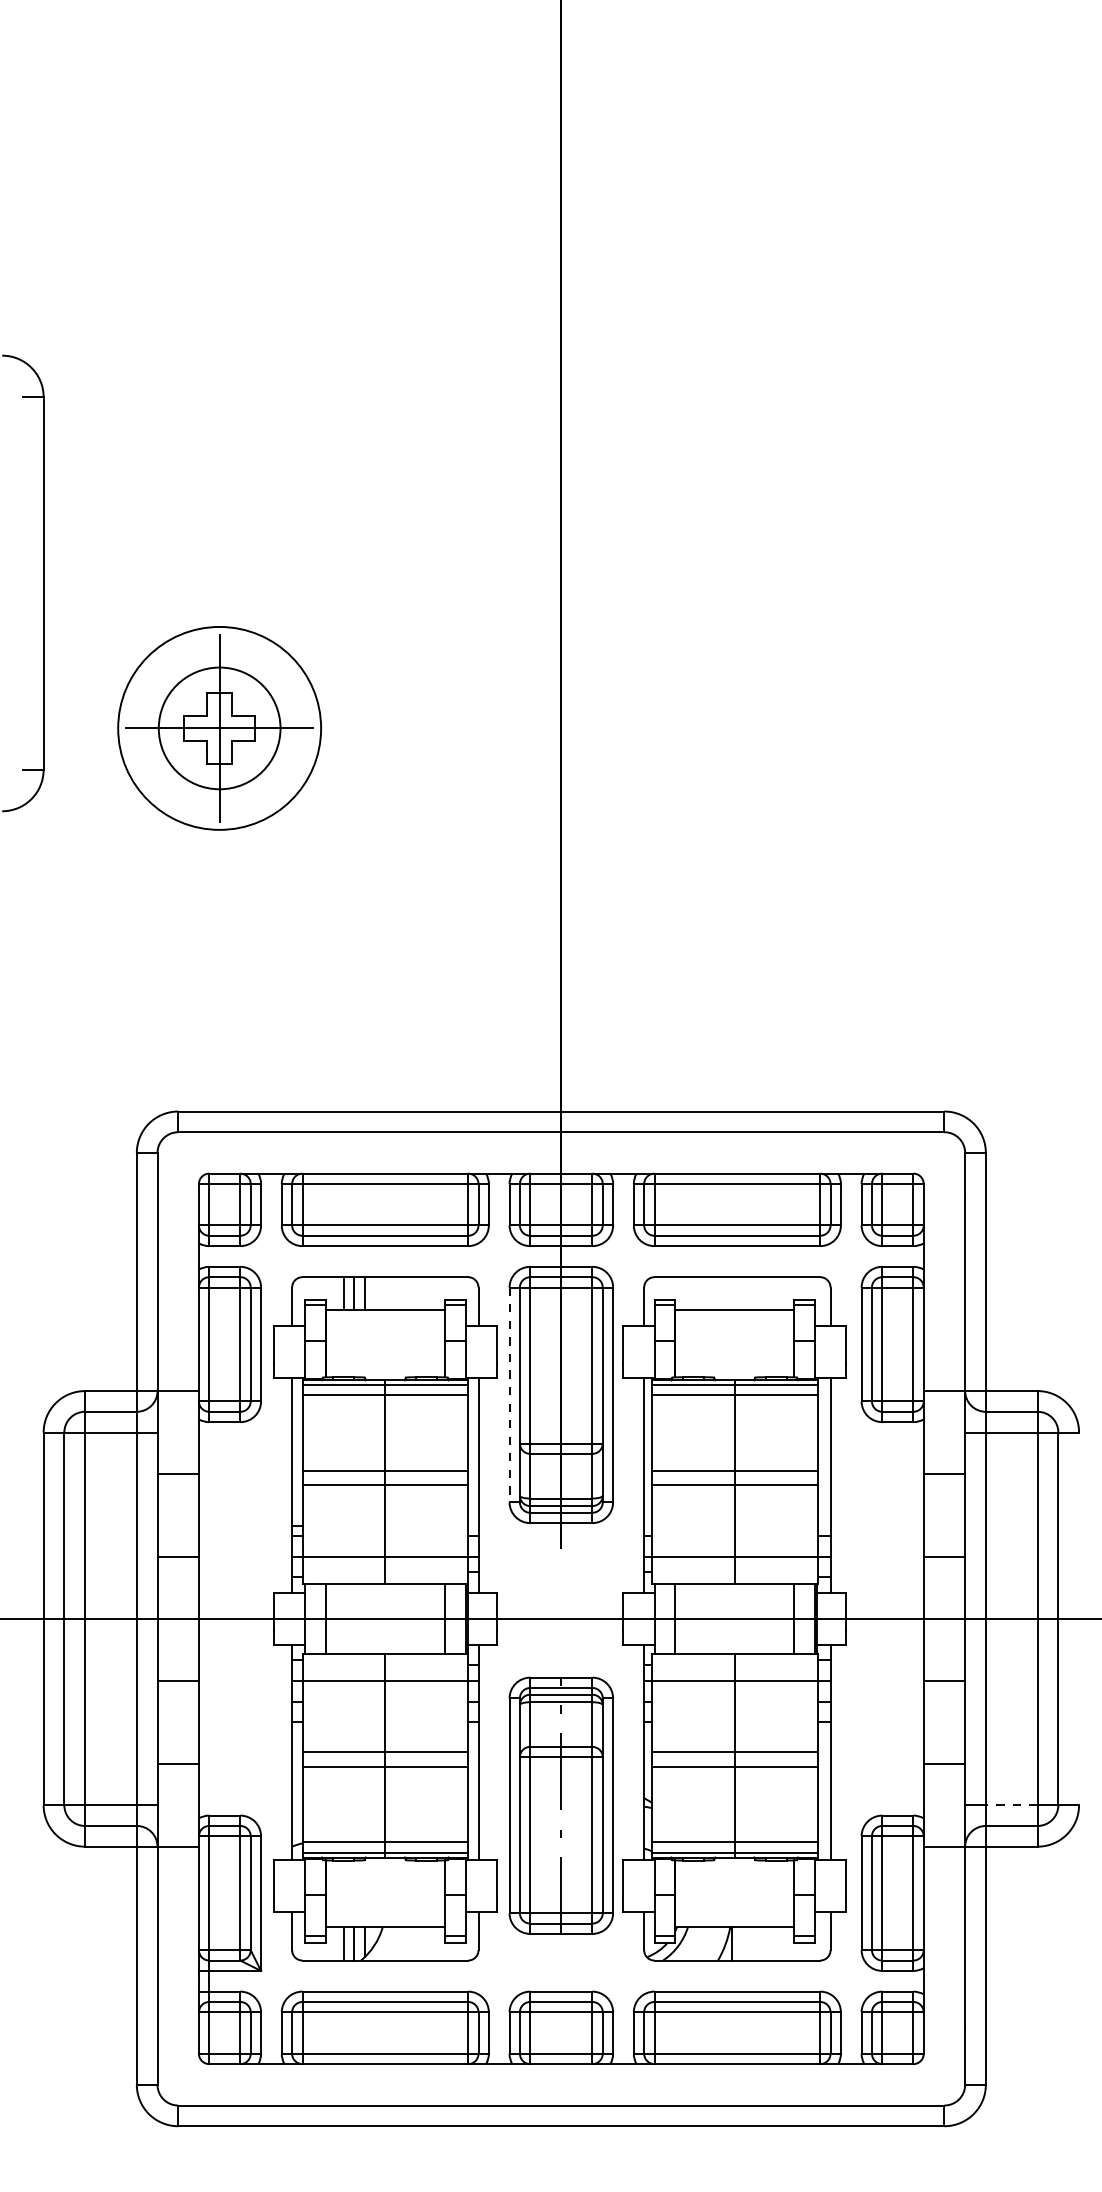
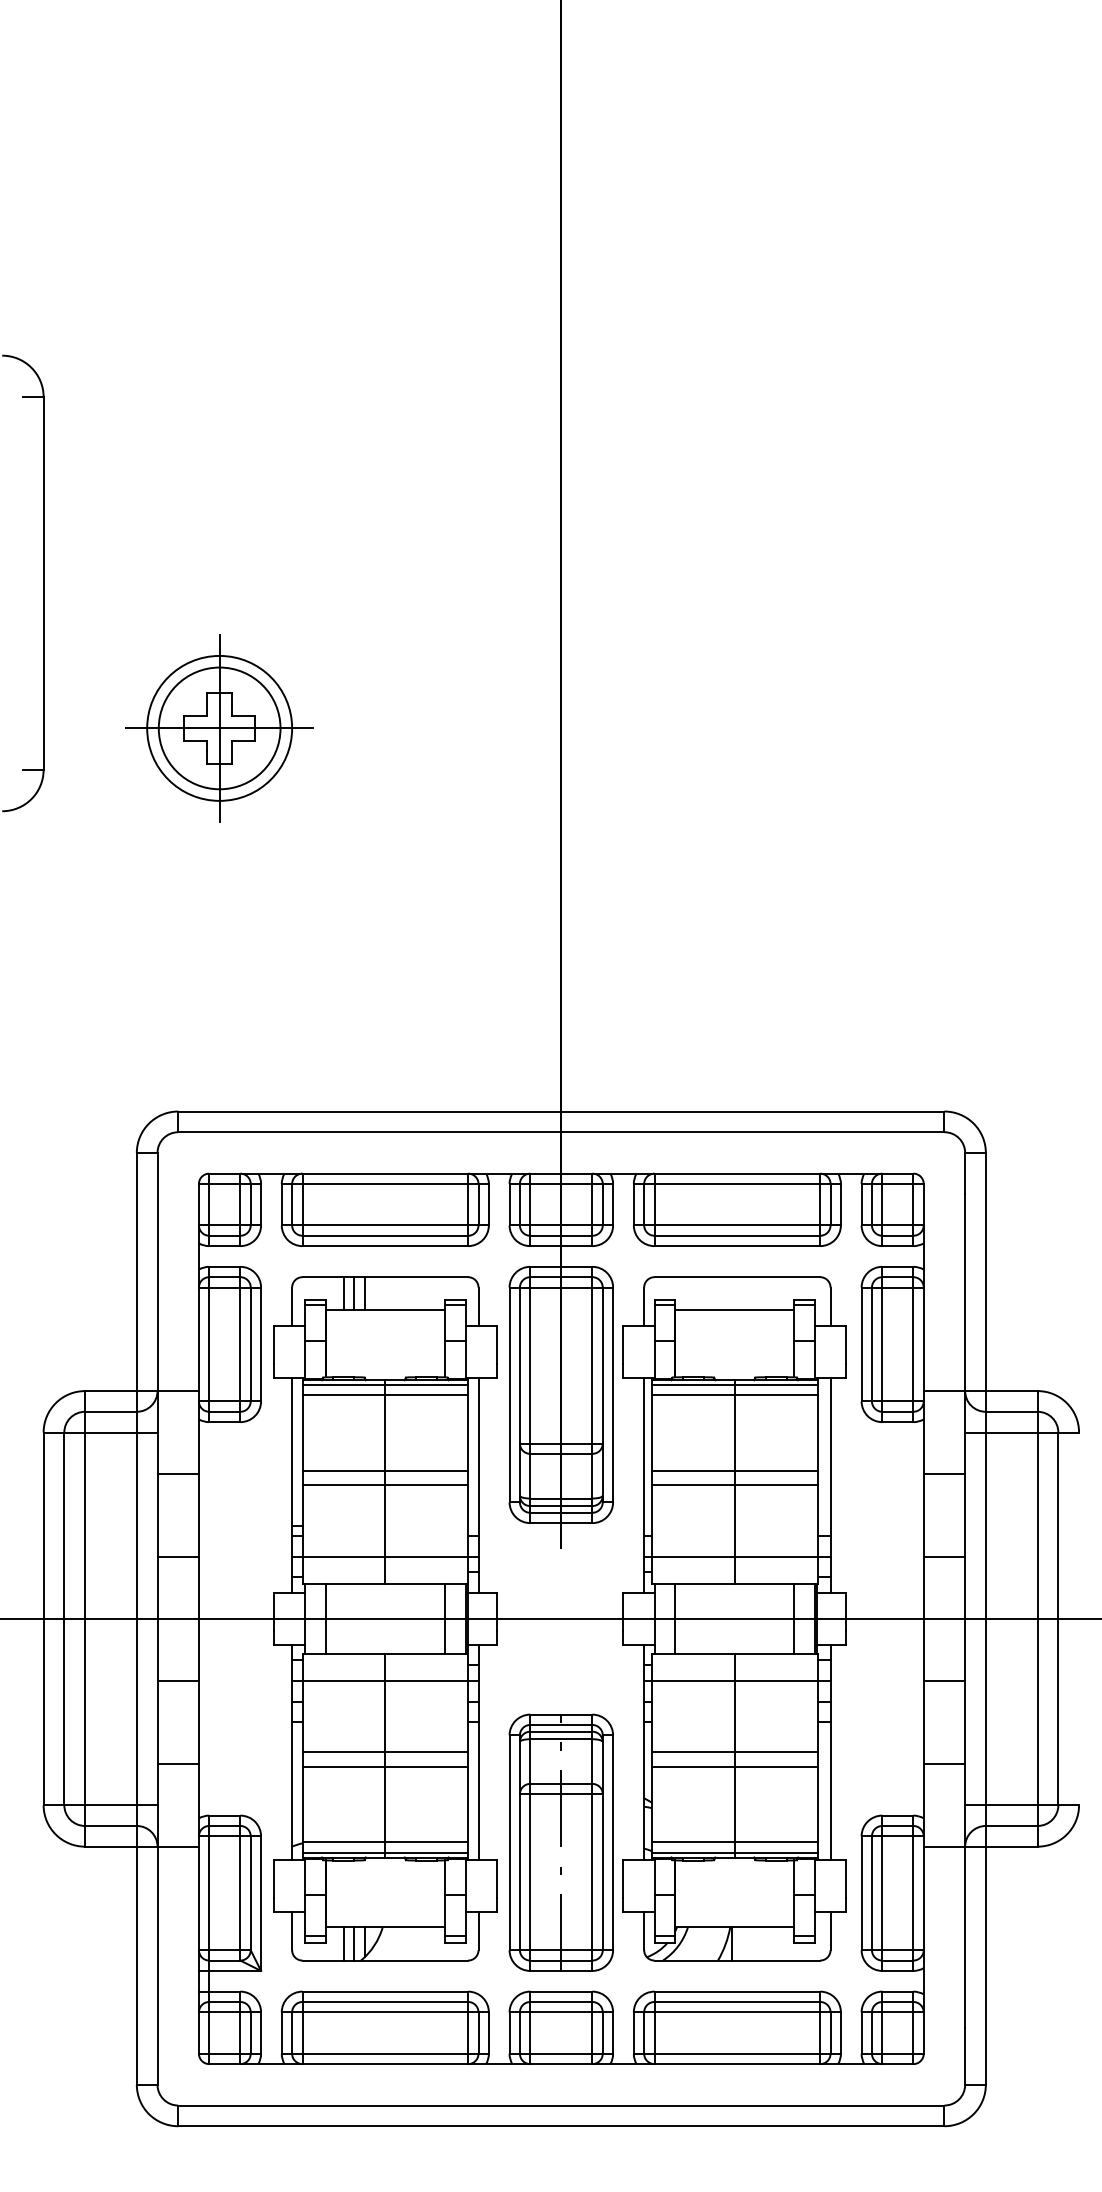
circle at (219, 727) diameter: 203 px -> 145 px
line at (509, 1395): dashed -> solid
part at (560, 1805) position: (560, 1805) -> (560, 1842)
line at (1011, 1805): dashed -> solid
